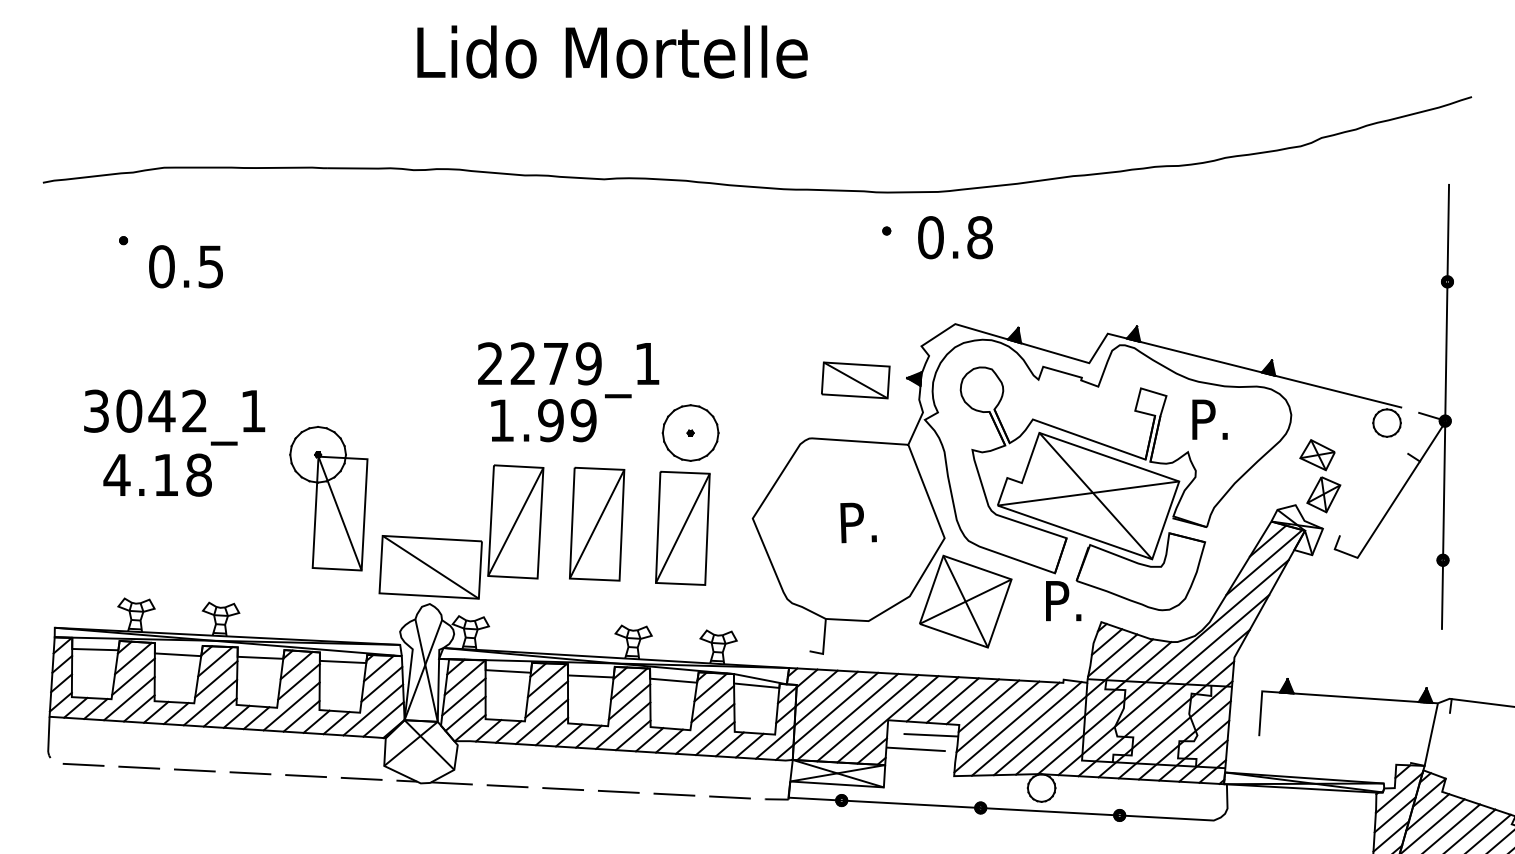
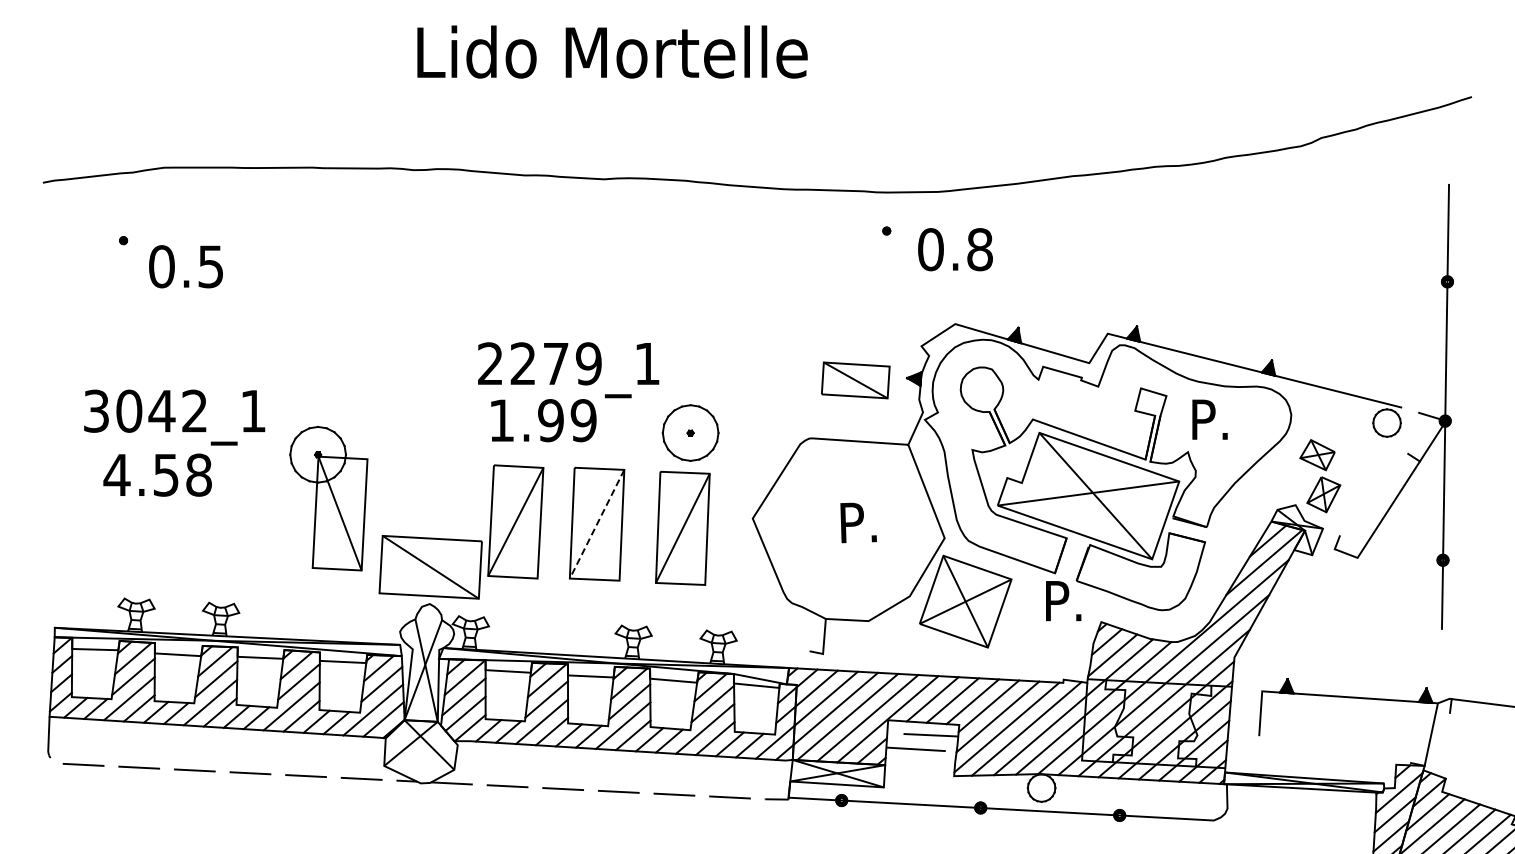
text at (955, 237) position: (955, 237) -> (955, 249)
text at (166, 475): 4.18 -> 4.58
line at (597, 524): solid -> dashed
